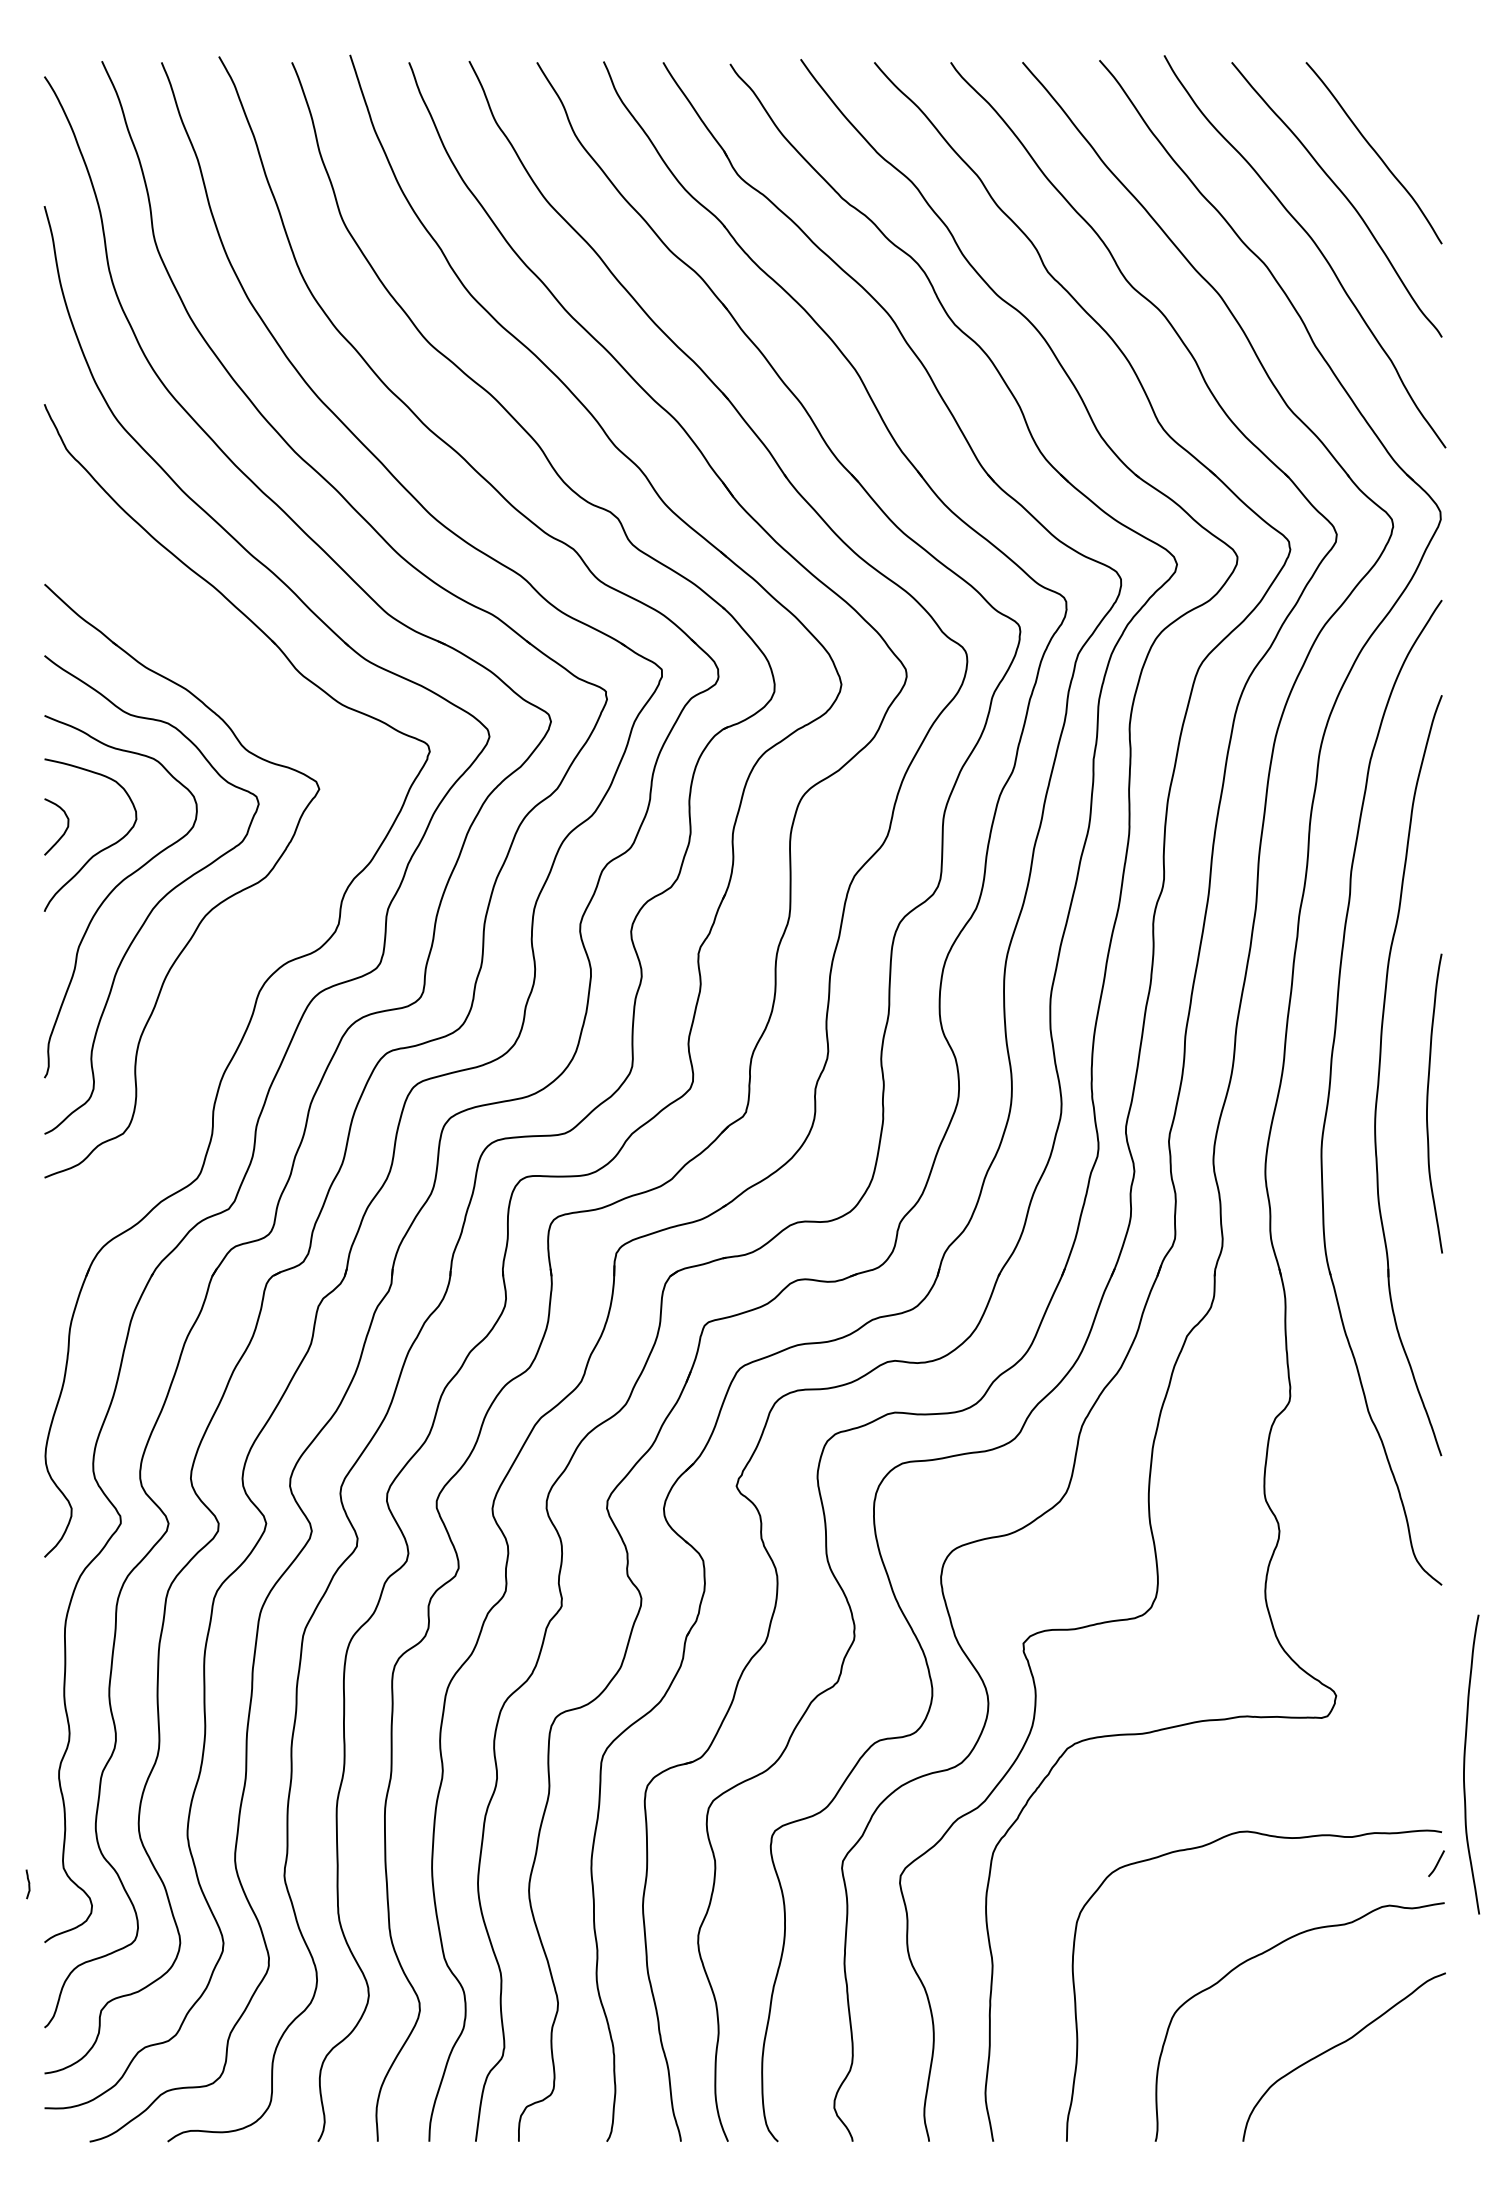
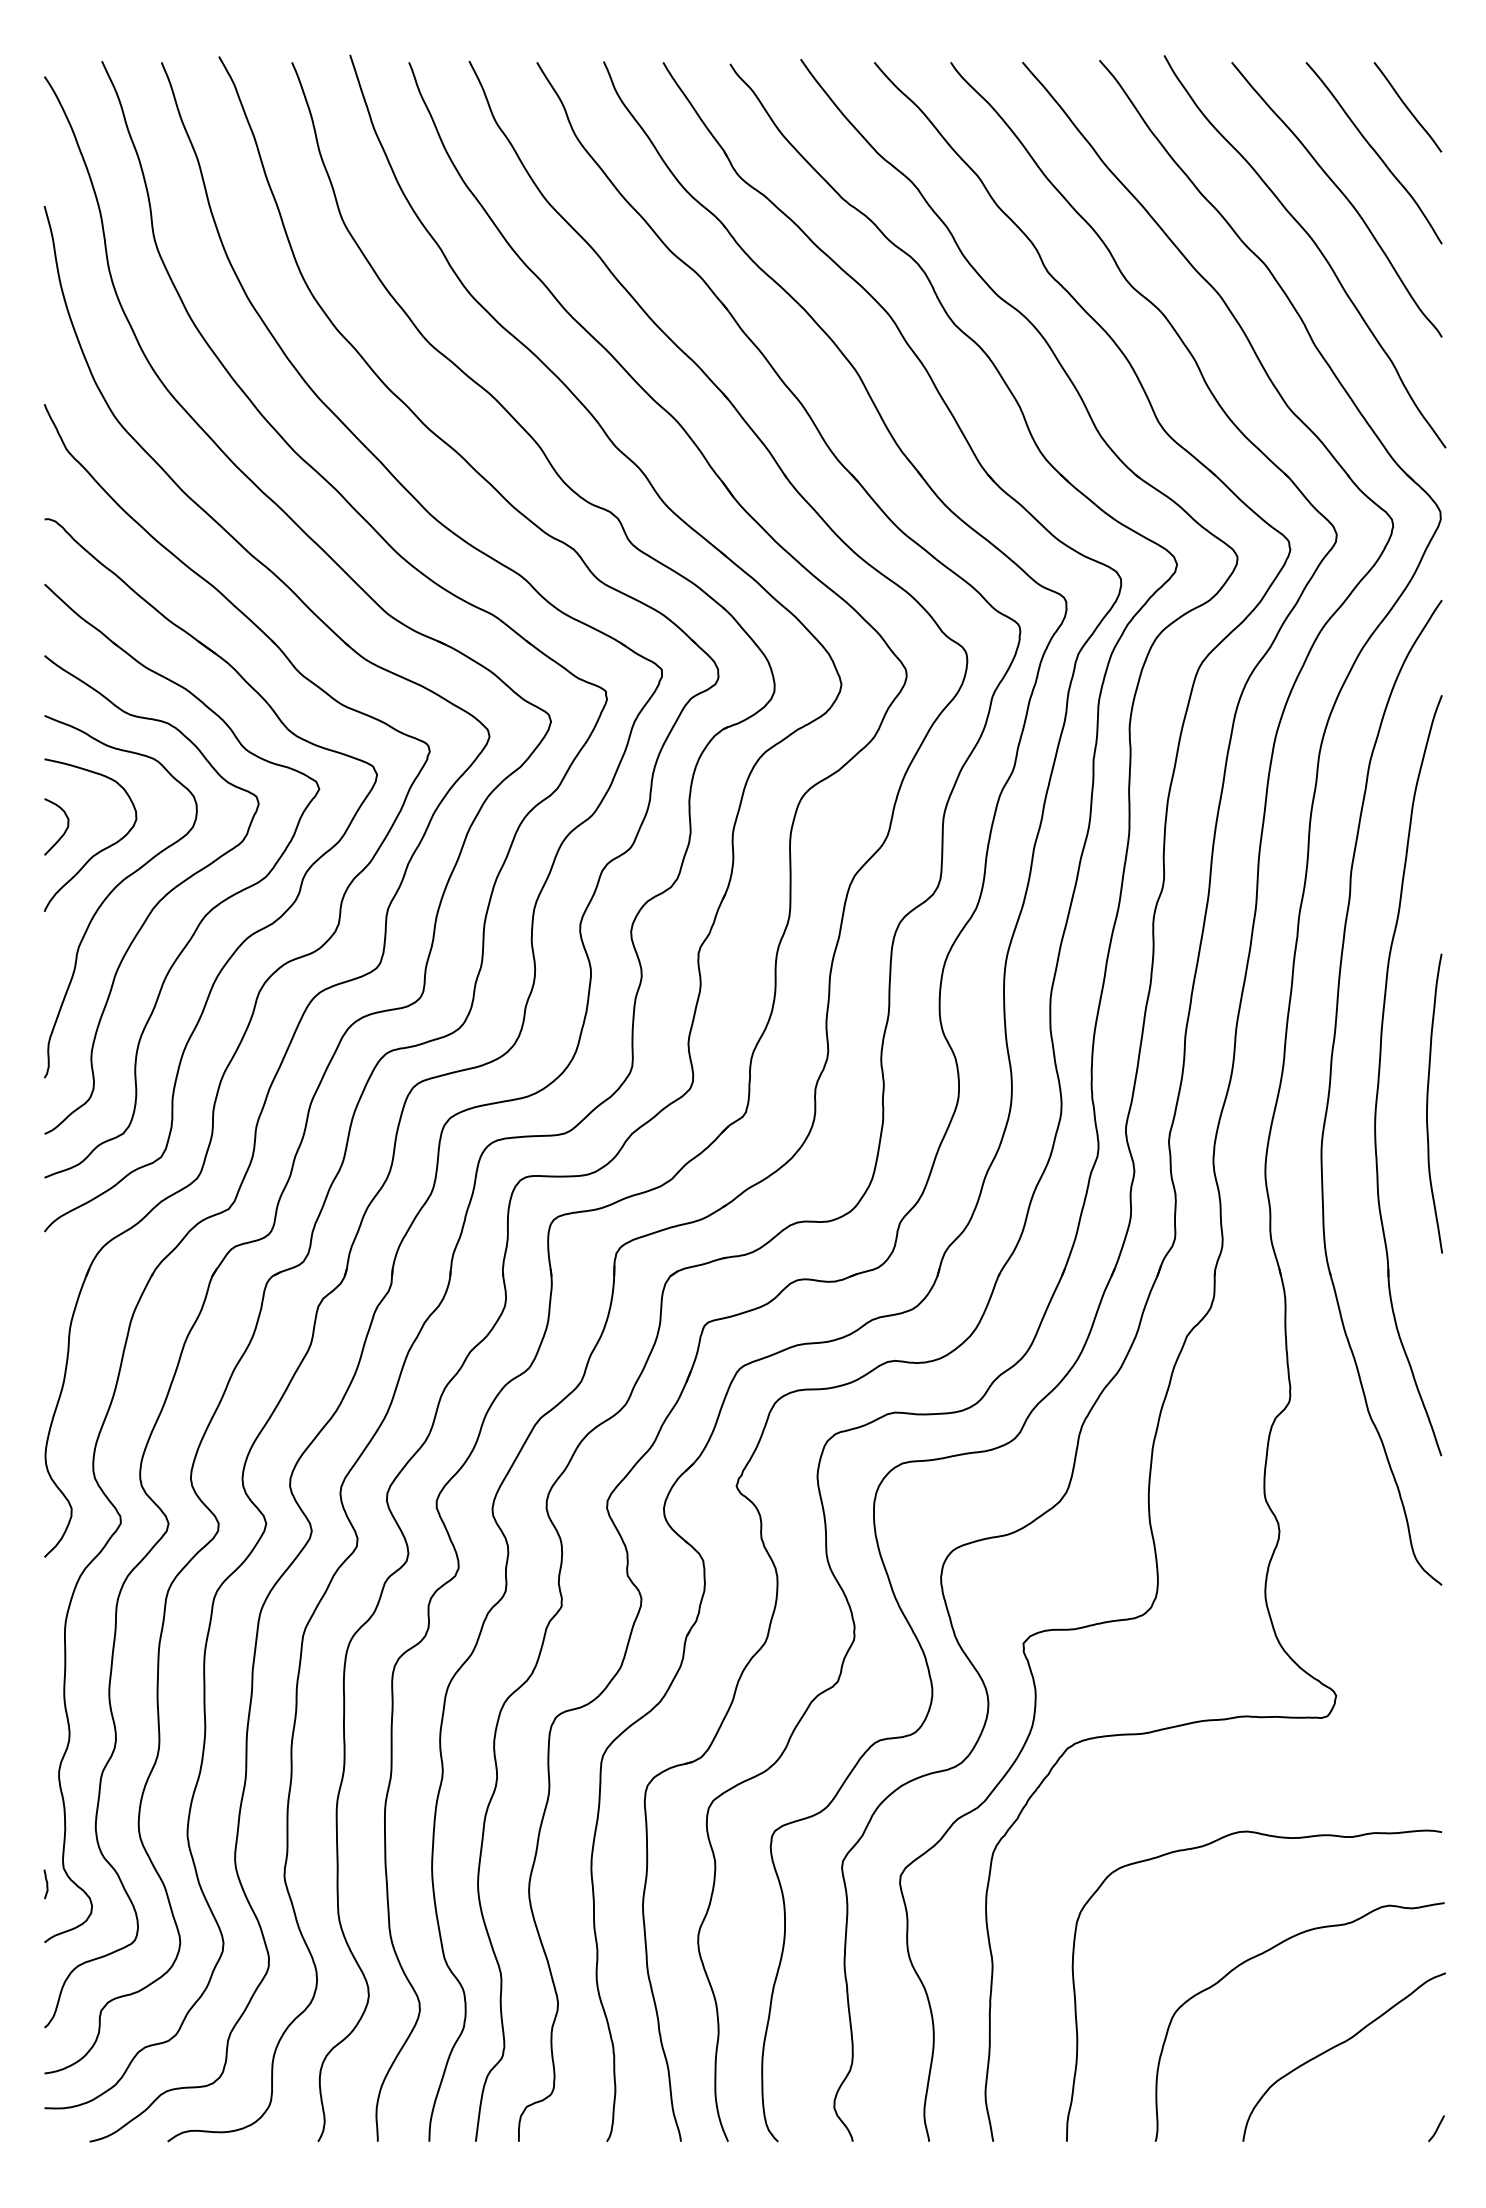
curve at (1407, 107): none -> present
part at (250, 934): none -> present
curve at (1465, 1764): present -> none
curve at (1436, 1863) position: (1436, 1863) -> (1436, 2128)
curve at (28, 1884) position: (28, 1884) -> (46, 1884)
